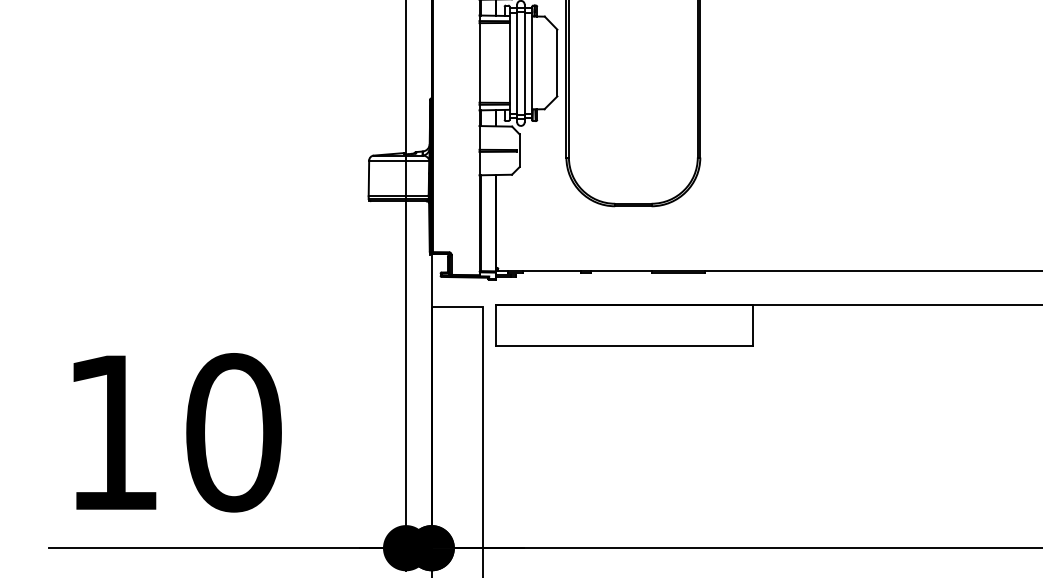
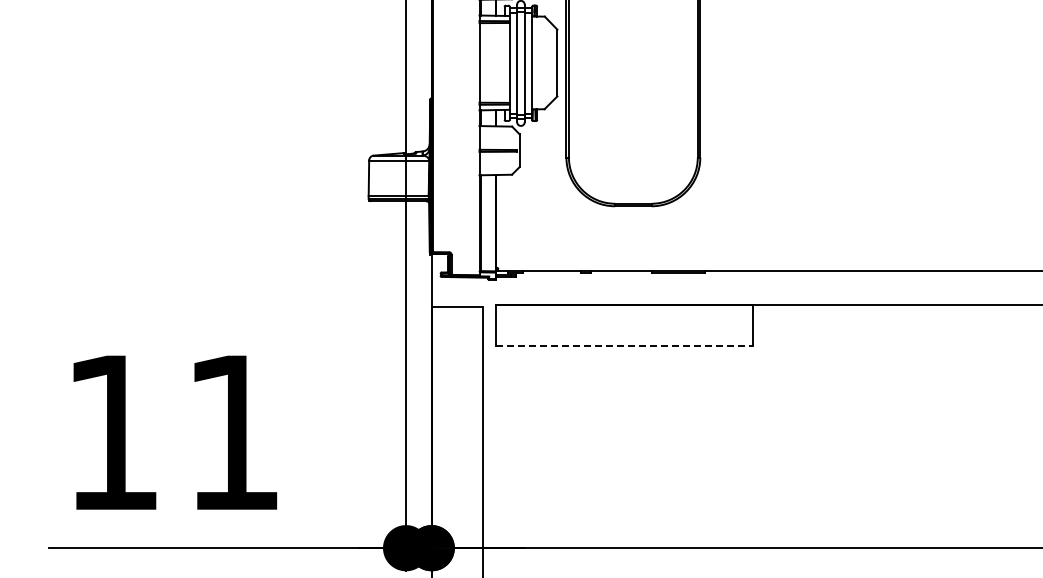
line at (624, 345): solid -> dashed
text at (233, 432): 10 -> 11
